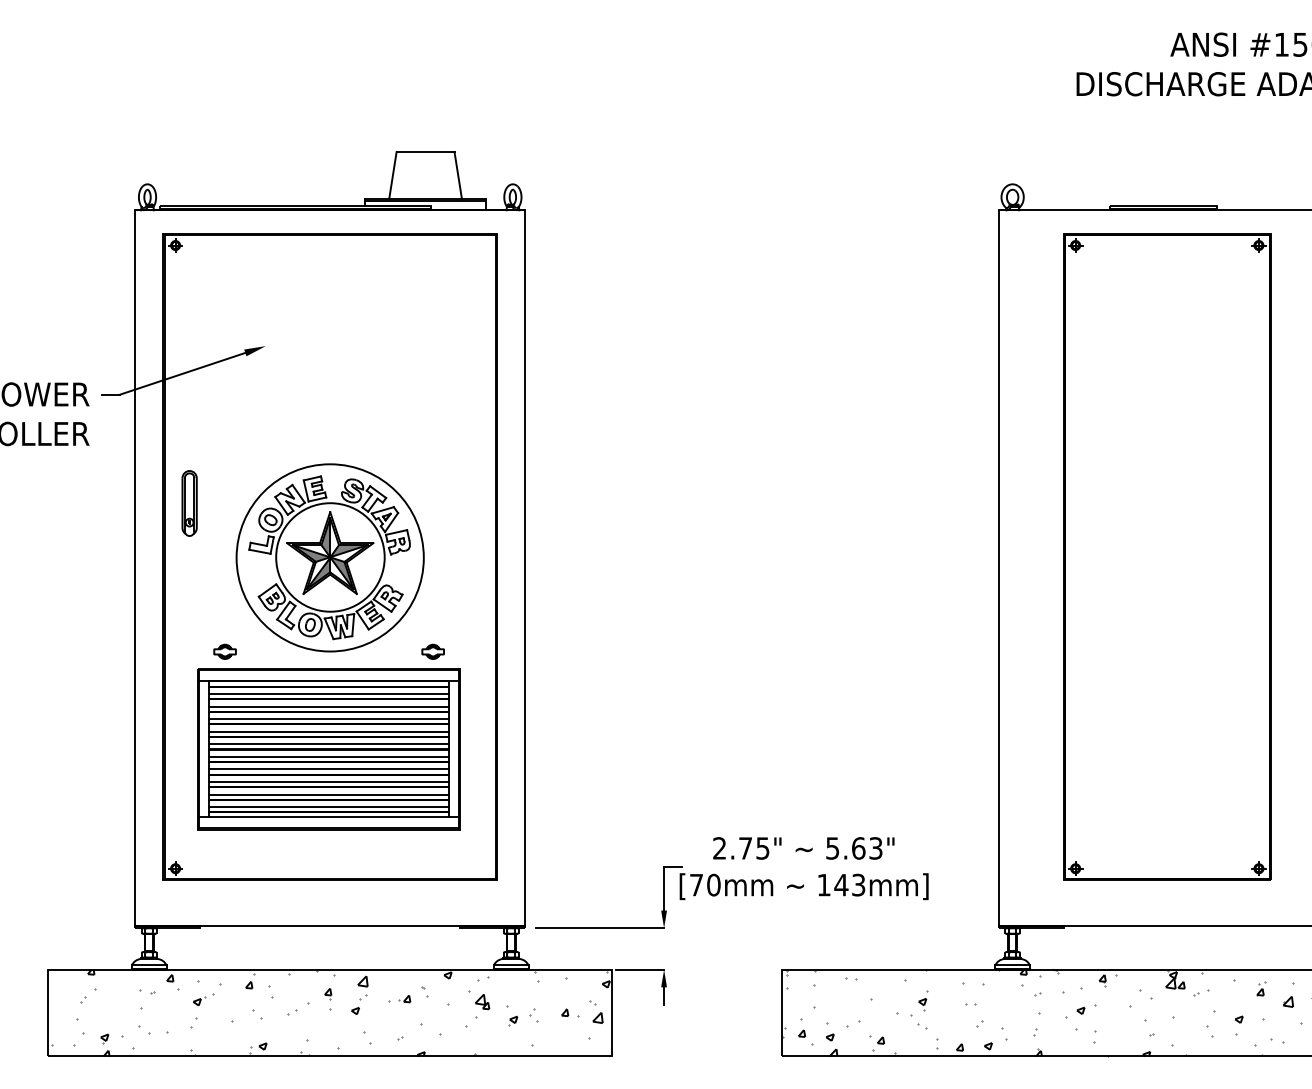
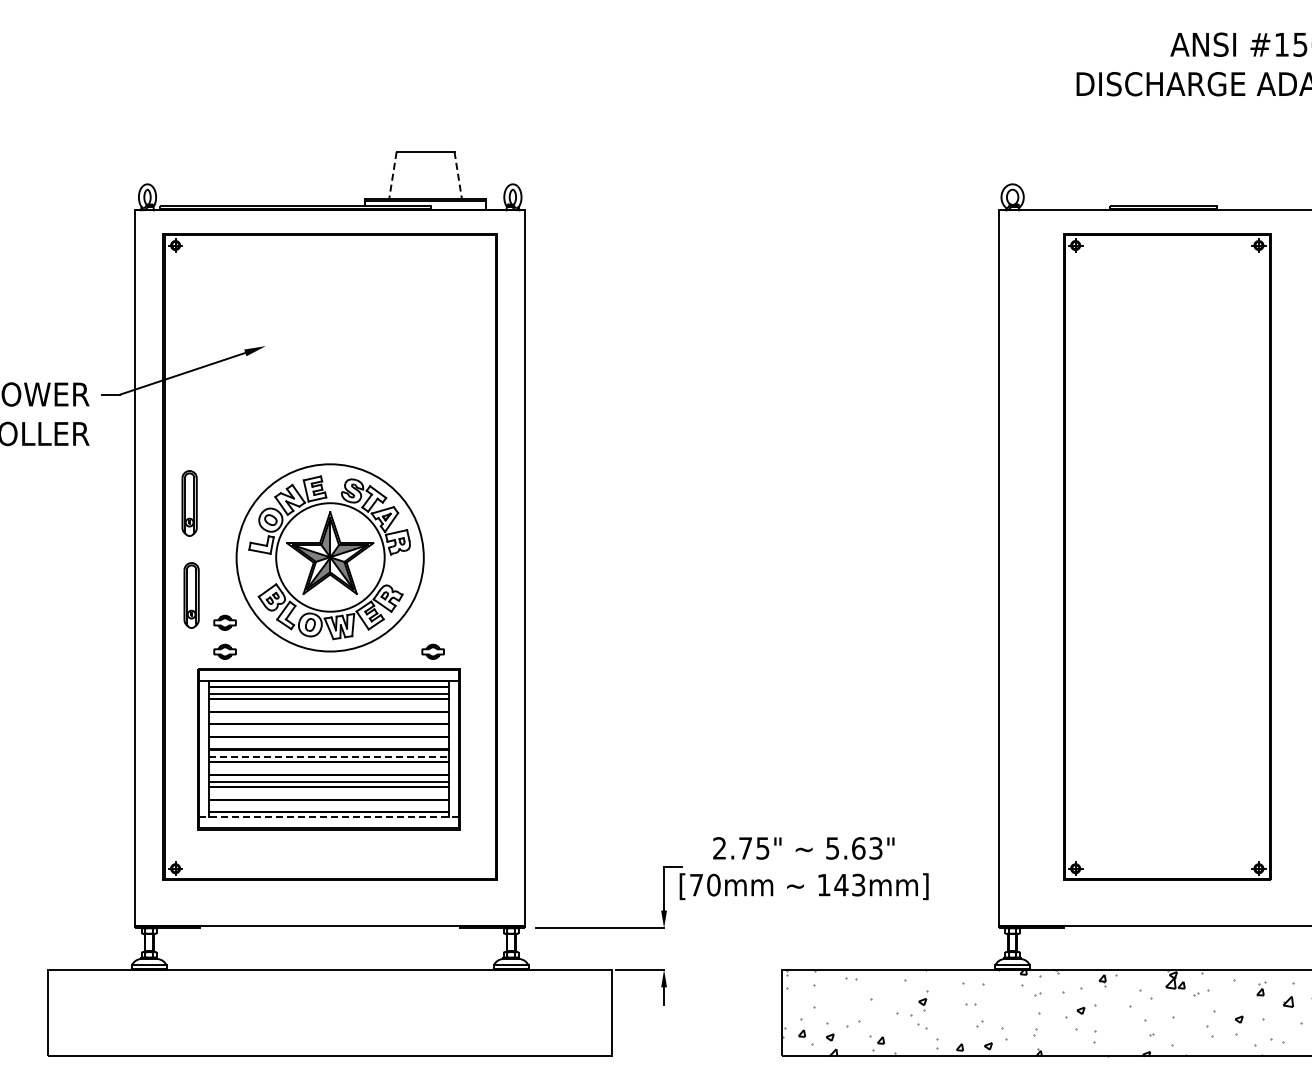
line at (392, 176): solid -> dashed
line at (458, 176): solid -> dashed
part at (191, 595): none -> present
part at (224, 622): none -> present
line at (329, 706): present -> none
line at (329, 719): present -> none
line at (329, 731): present -> none
line at (329, 744): present -> none
line at (329, 756): solid -> dashed
line at (329, 769): present -> none
line at (329, 794): present -> none
line at (329, 807): present -> none
line at (329, 817): solid -> dashed
hatch at (331, 1012): present -> none
